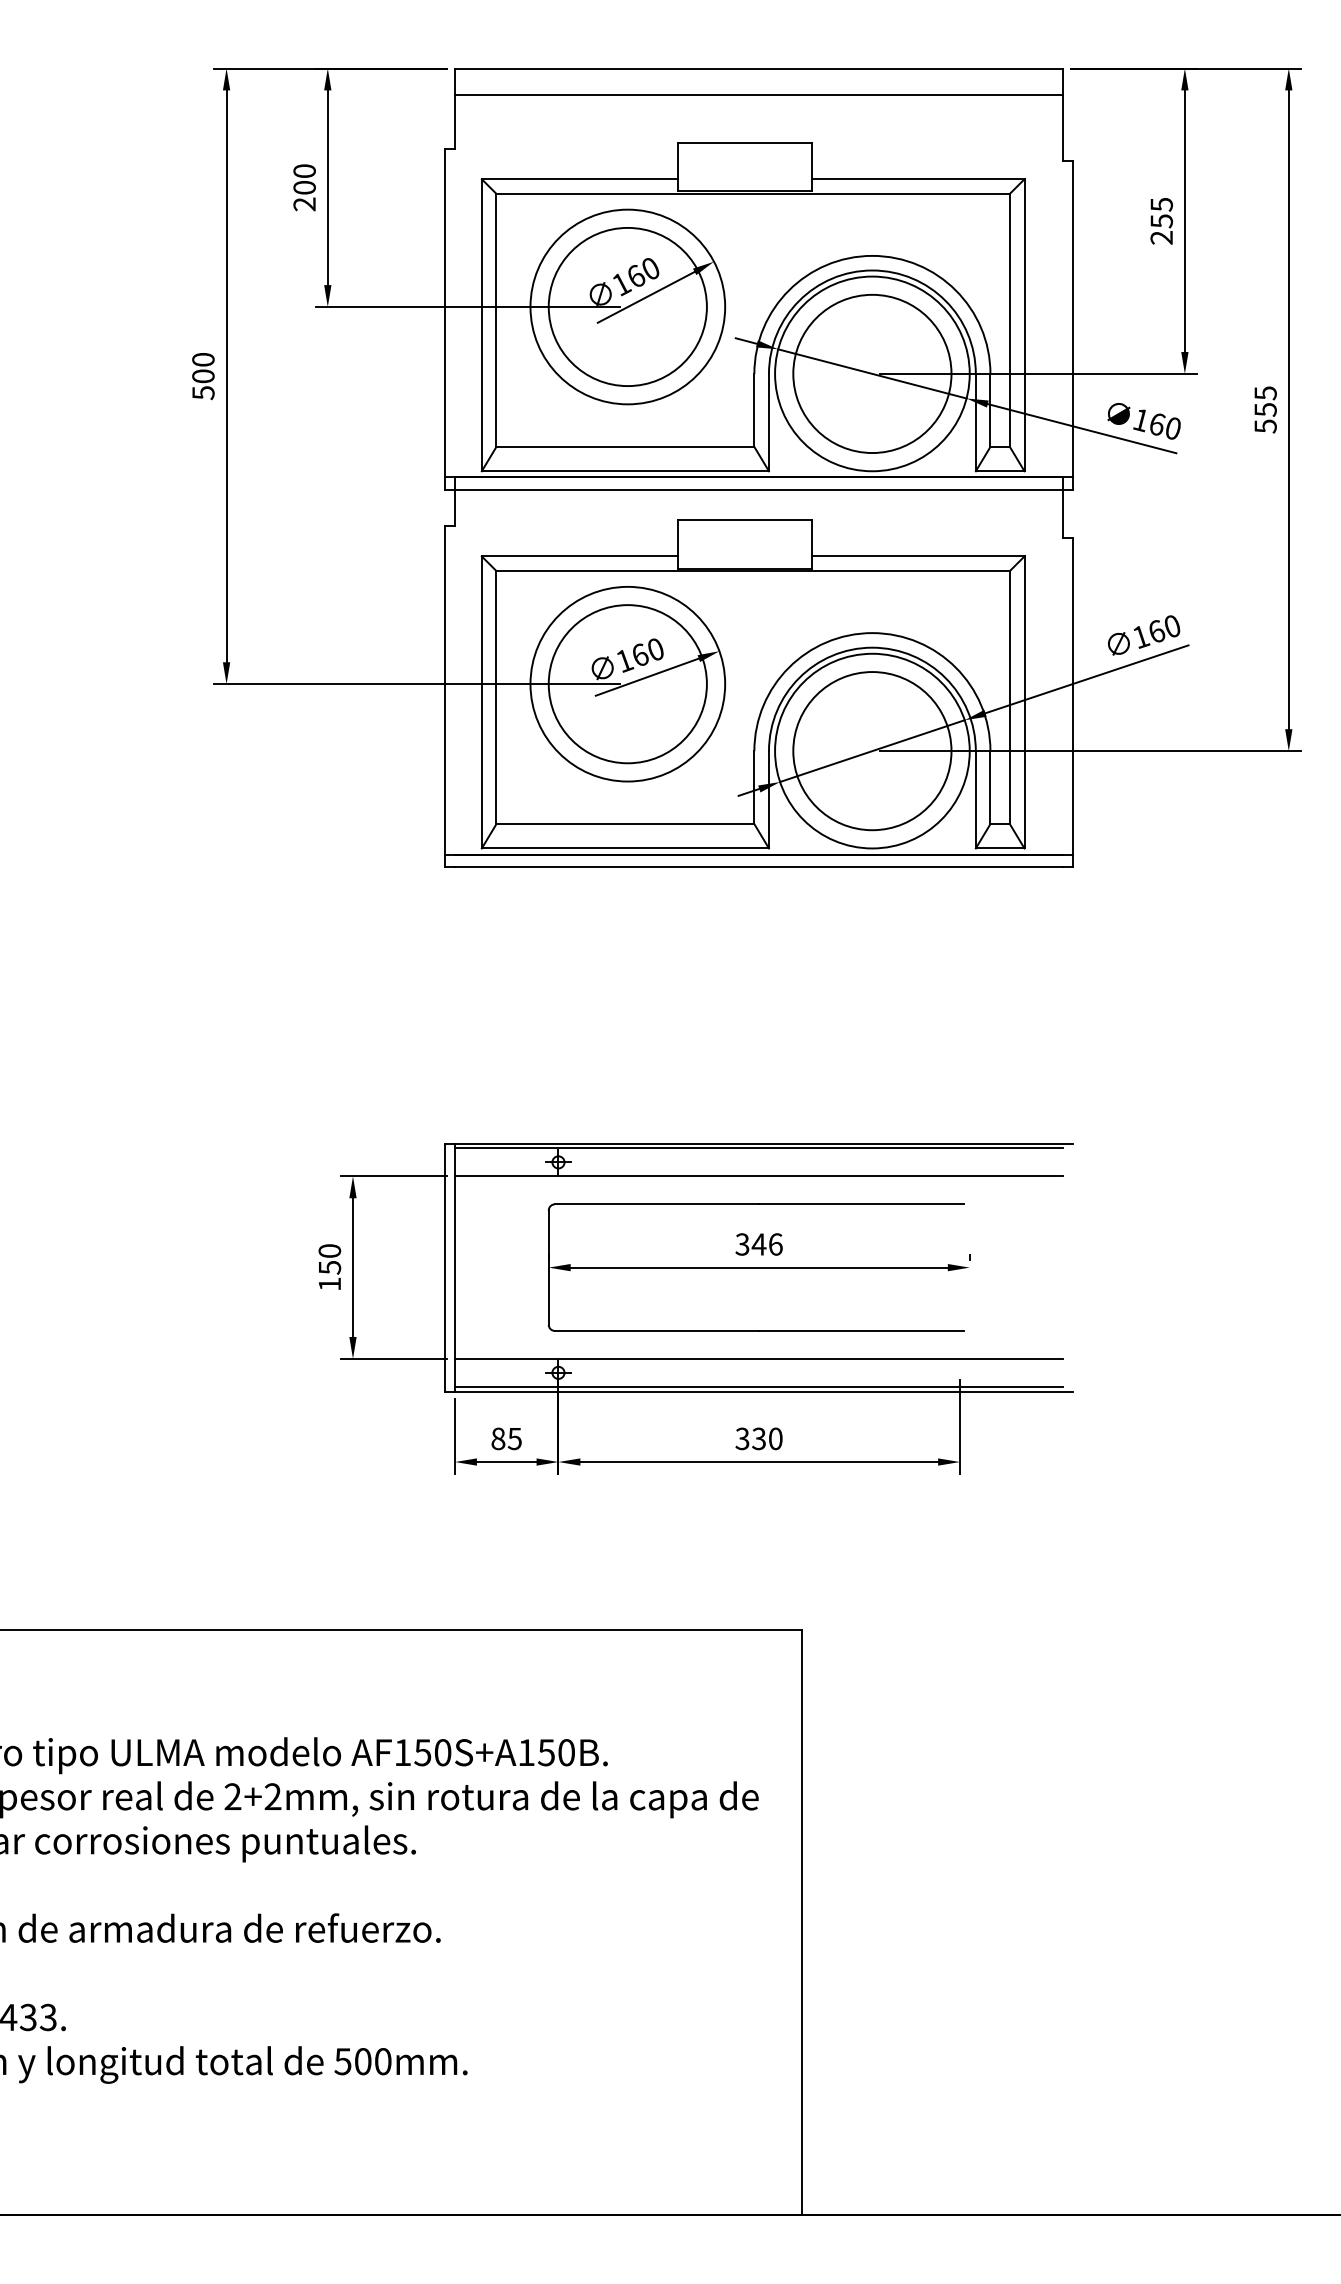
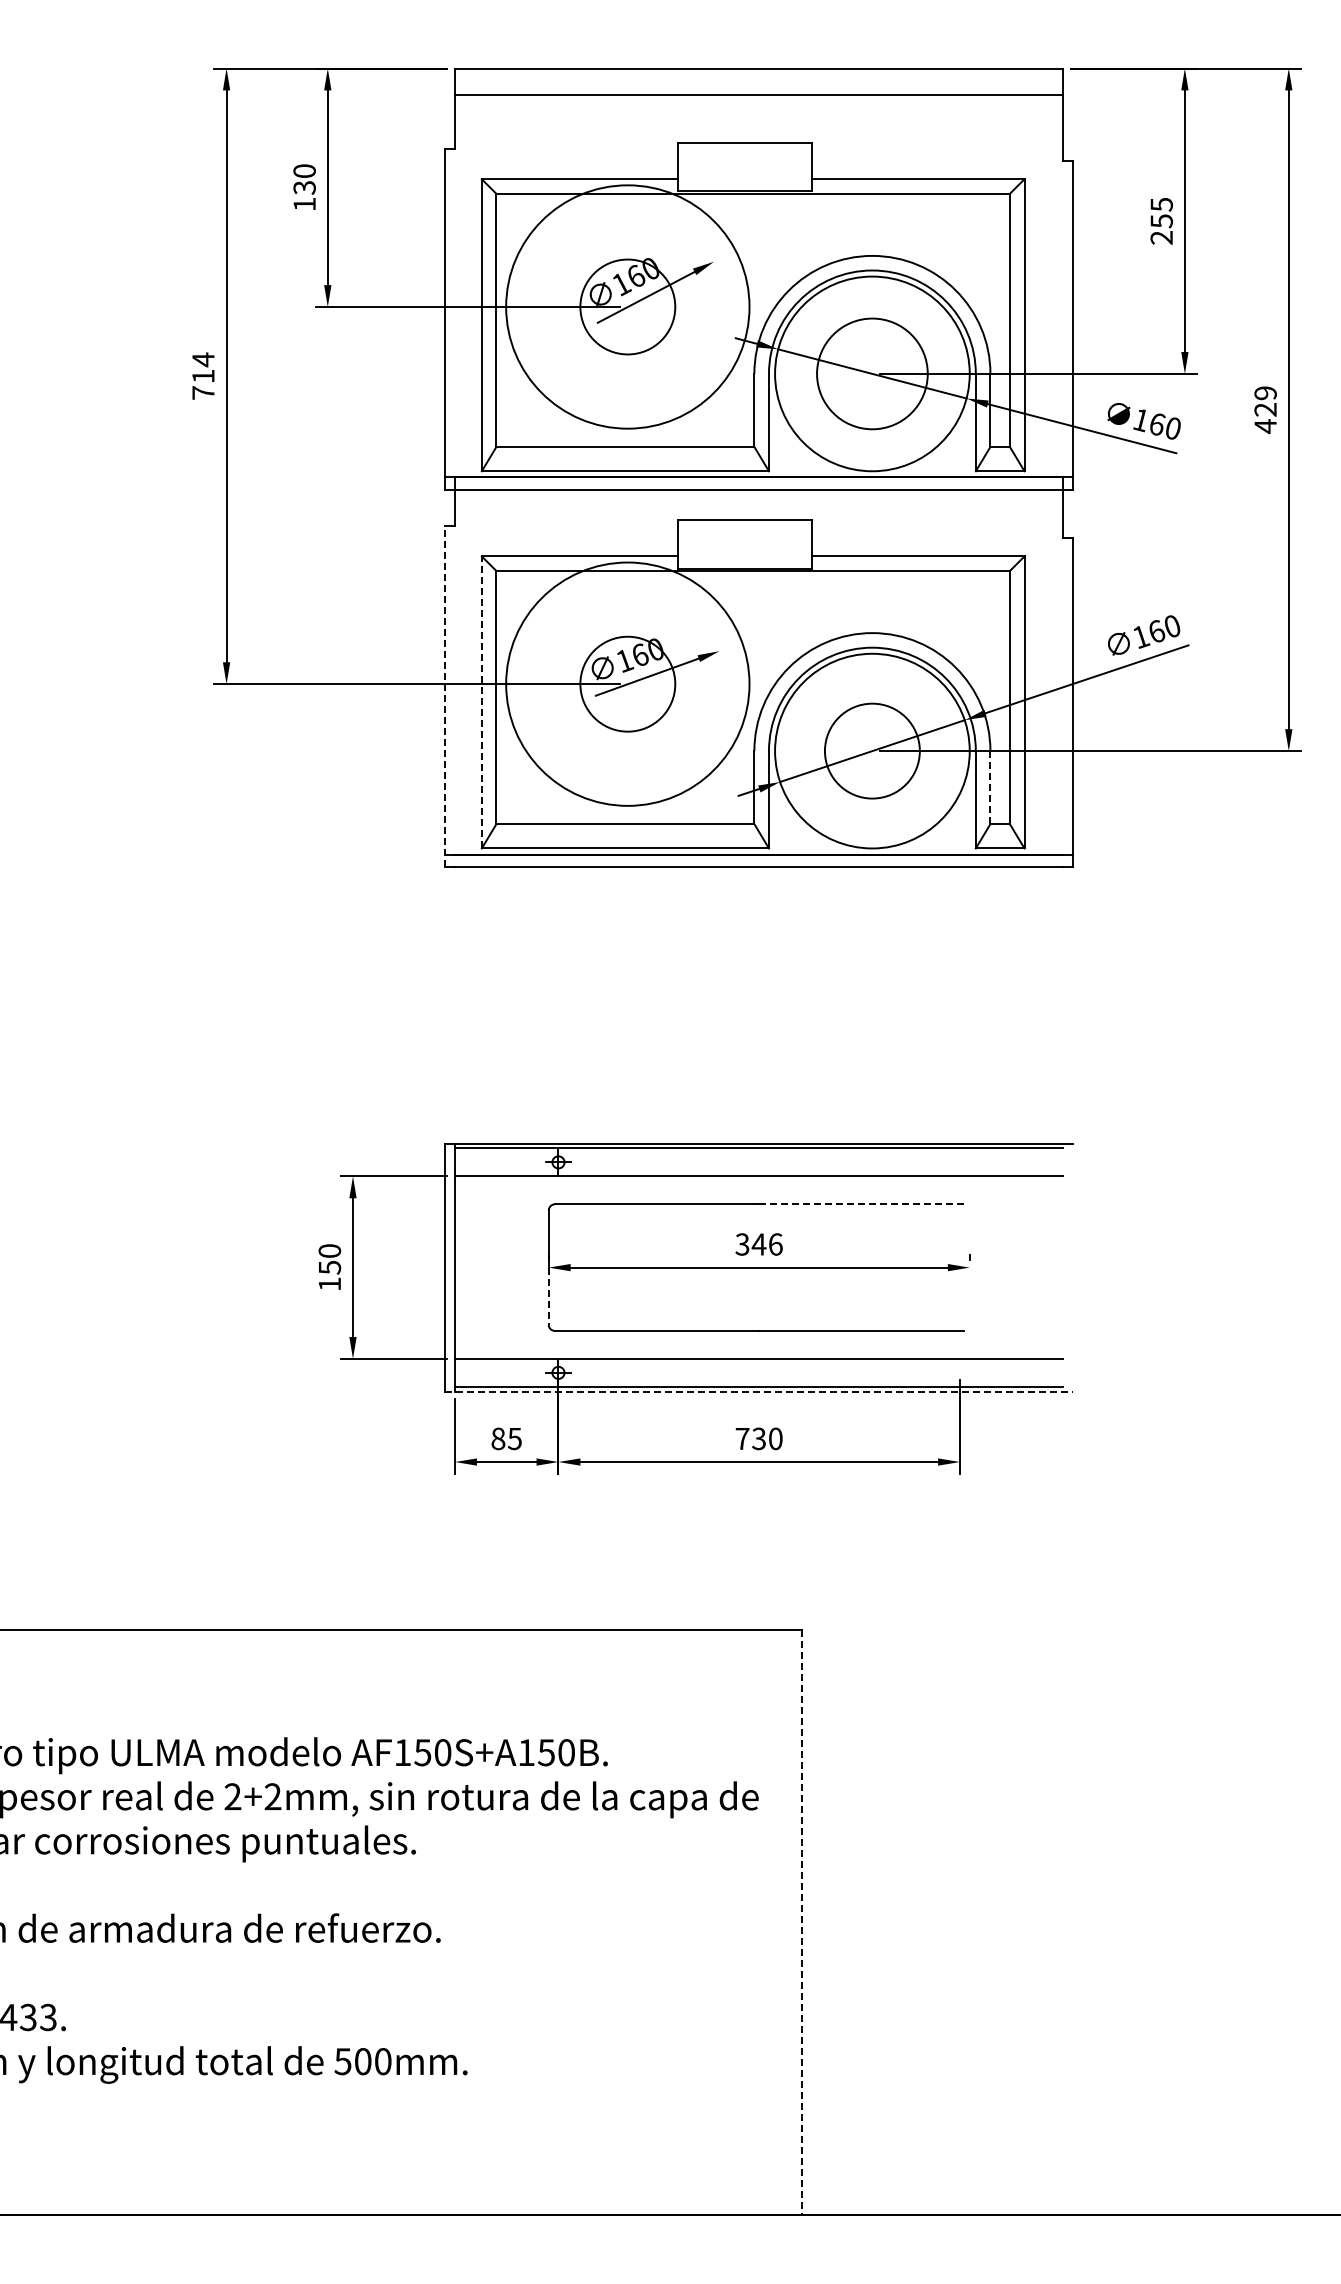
text at (304, 196): 200 -> 130
circle at (627, 306) diameter: 158 px -> 95 px
circle at (627, 306) diameter: 195 px -> 243 px
circle at (872, 373) diameter: 158 px -> 111 px
text at (203, 376): 500 -> 714
text at (1265, 409): 555 -> 429
circle at (627, 683) diameter: 195 px -> 243 px
circle at (627, 684) diameter: 158 px -> 95 px
line at (445, 695): solid -> dashed
line at (481, 701): solid -> dashed
circle at (872, 751) diameter: 158 px -> 95 px
line at (990, 787): solid -> dashed
line at (860, 1204): solid -> dashed
line at (548, 1296): solid -> dashed
line at (759, 1391): solid -> dashed
text at (742, 1438): 330 -> 730
line at (802, 1922): solid -> dashed
